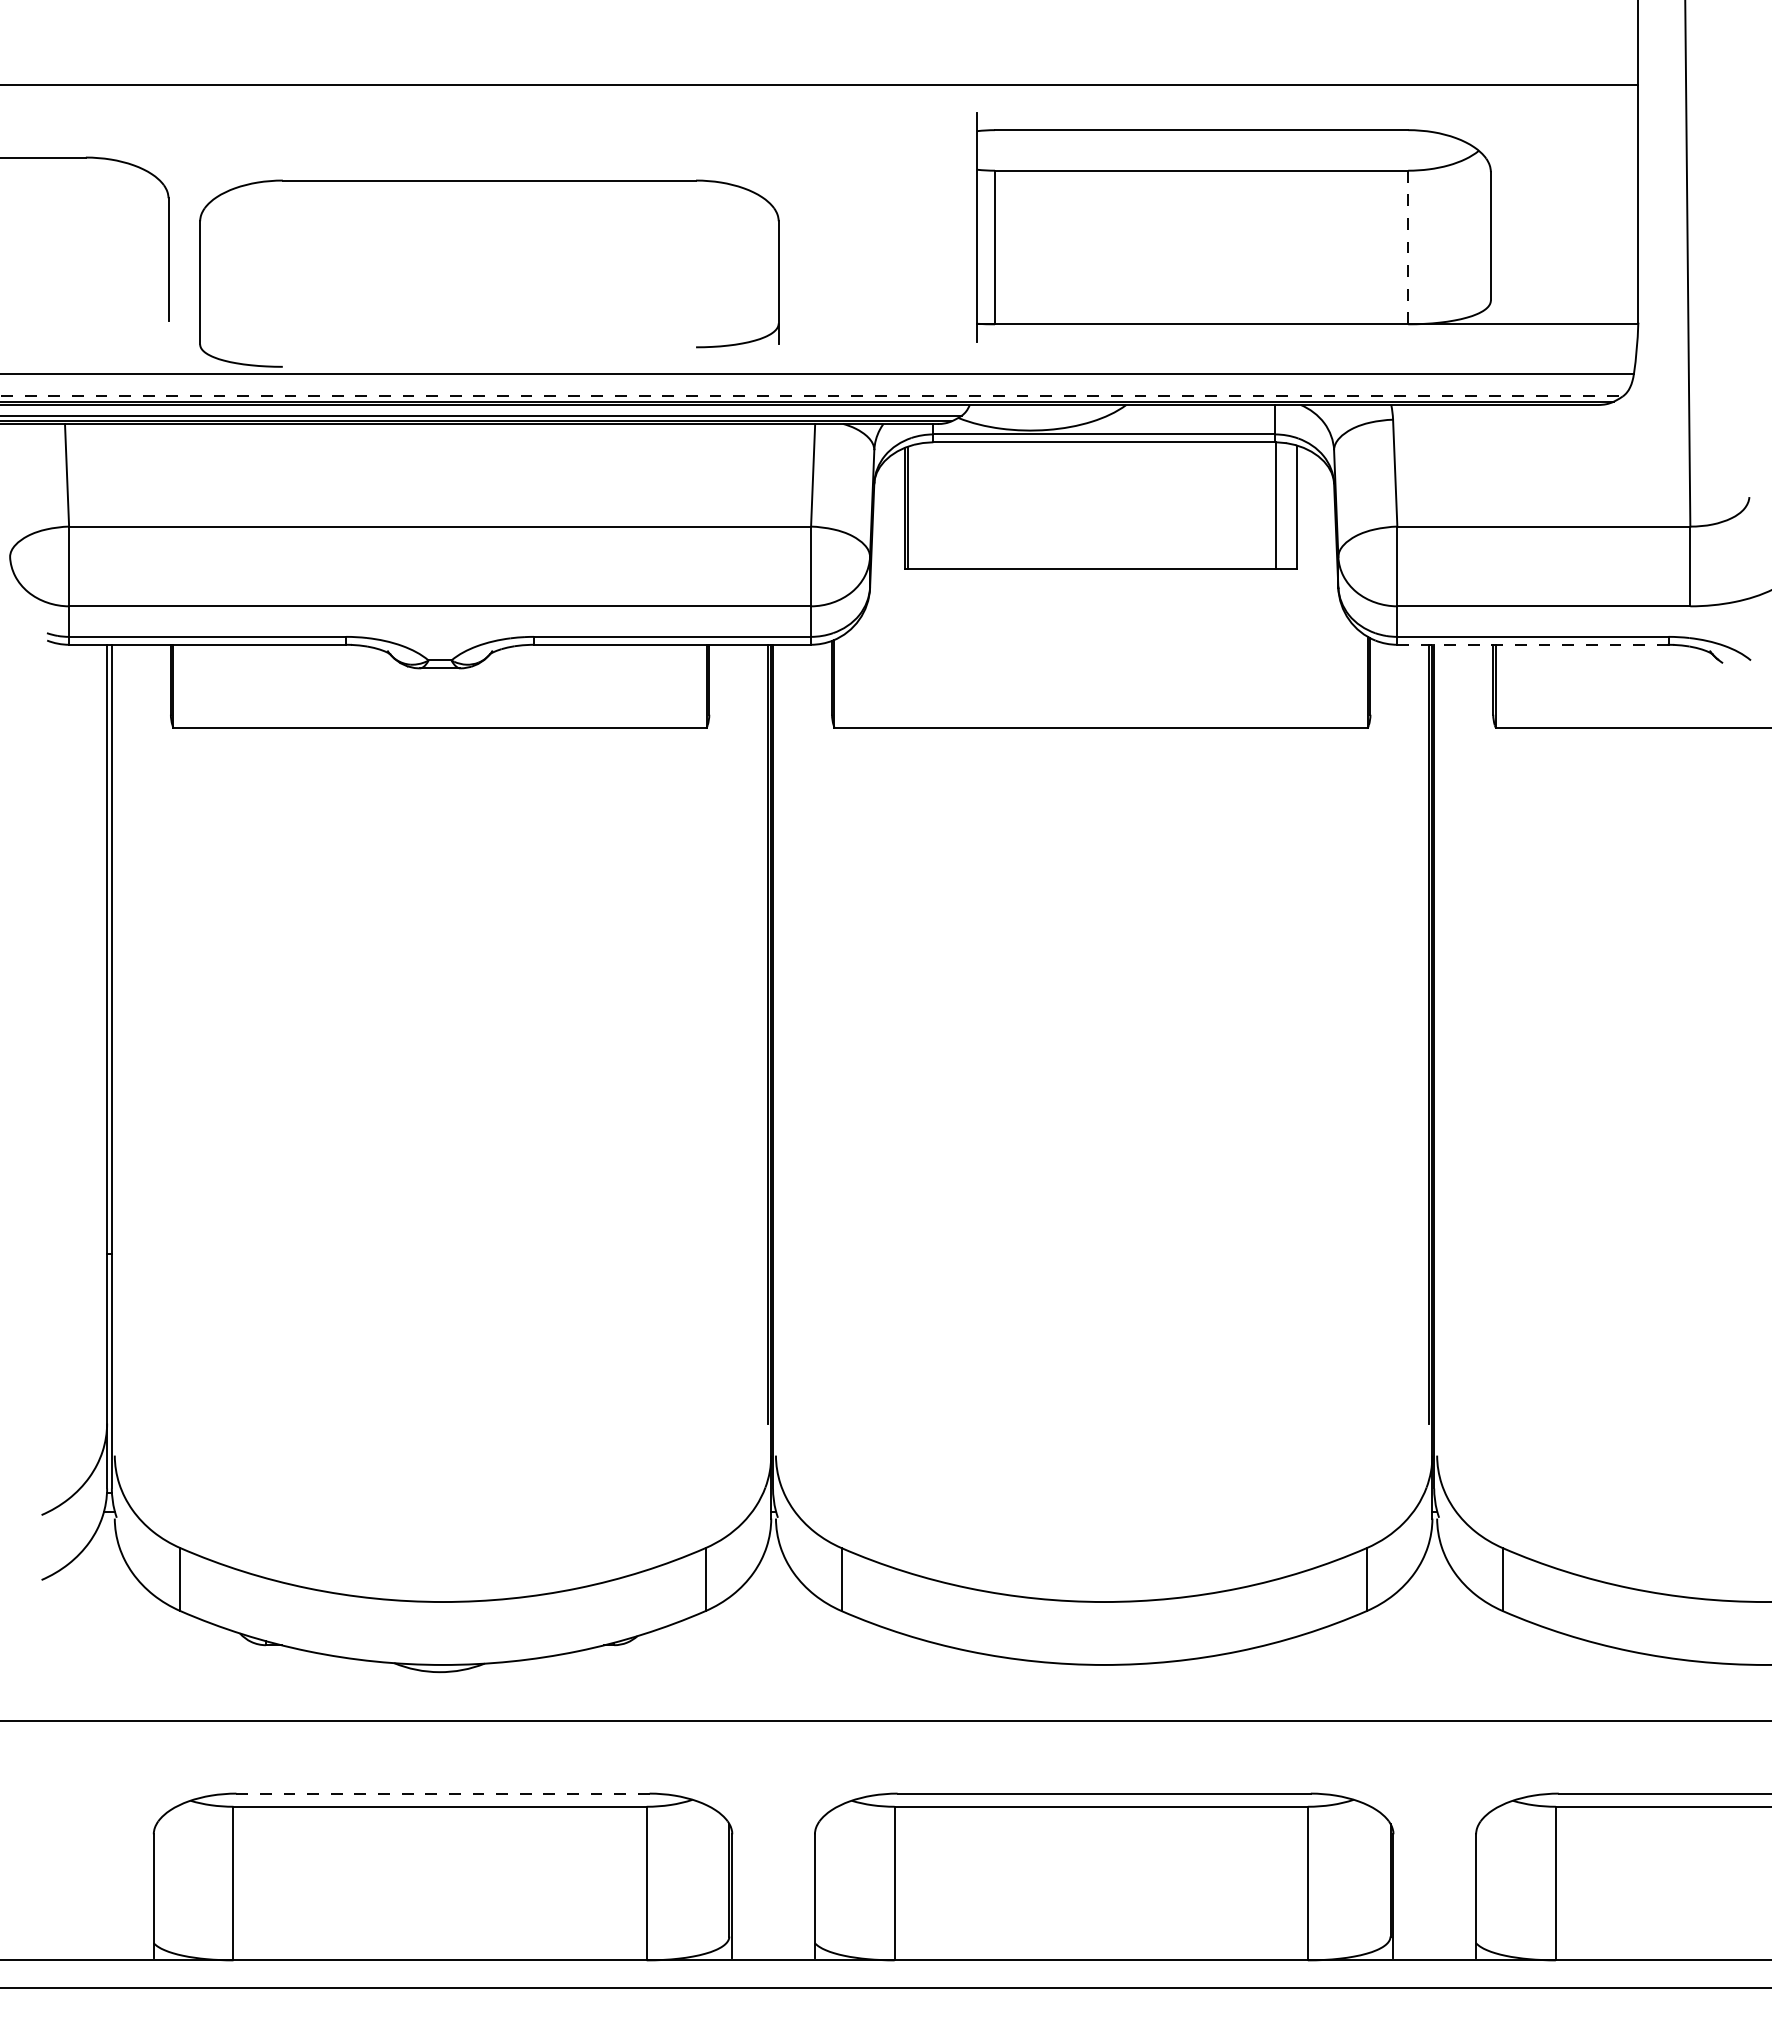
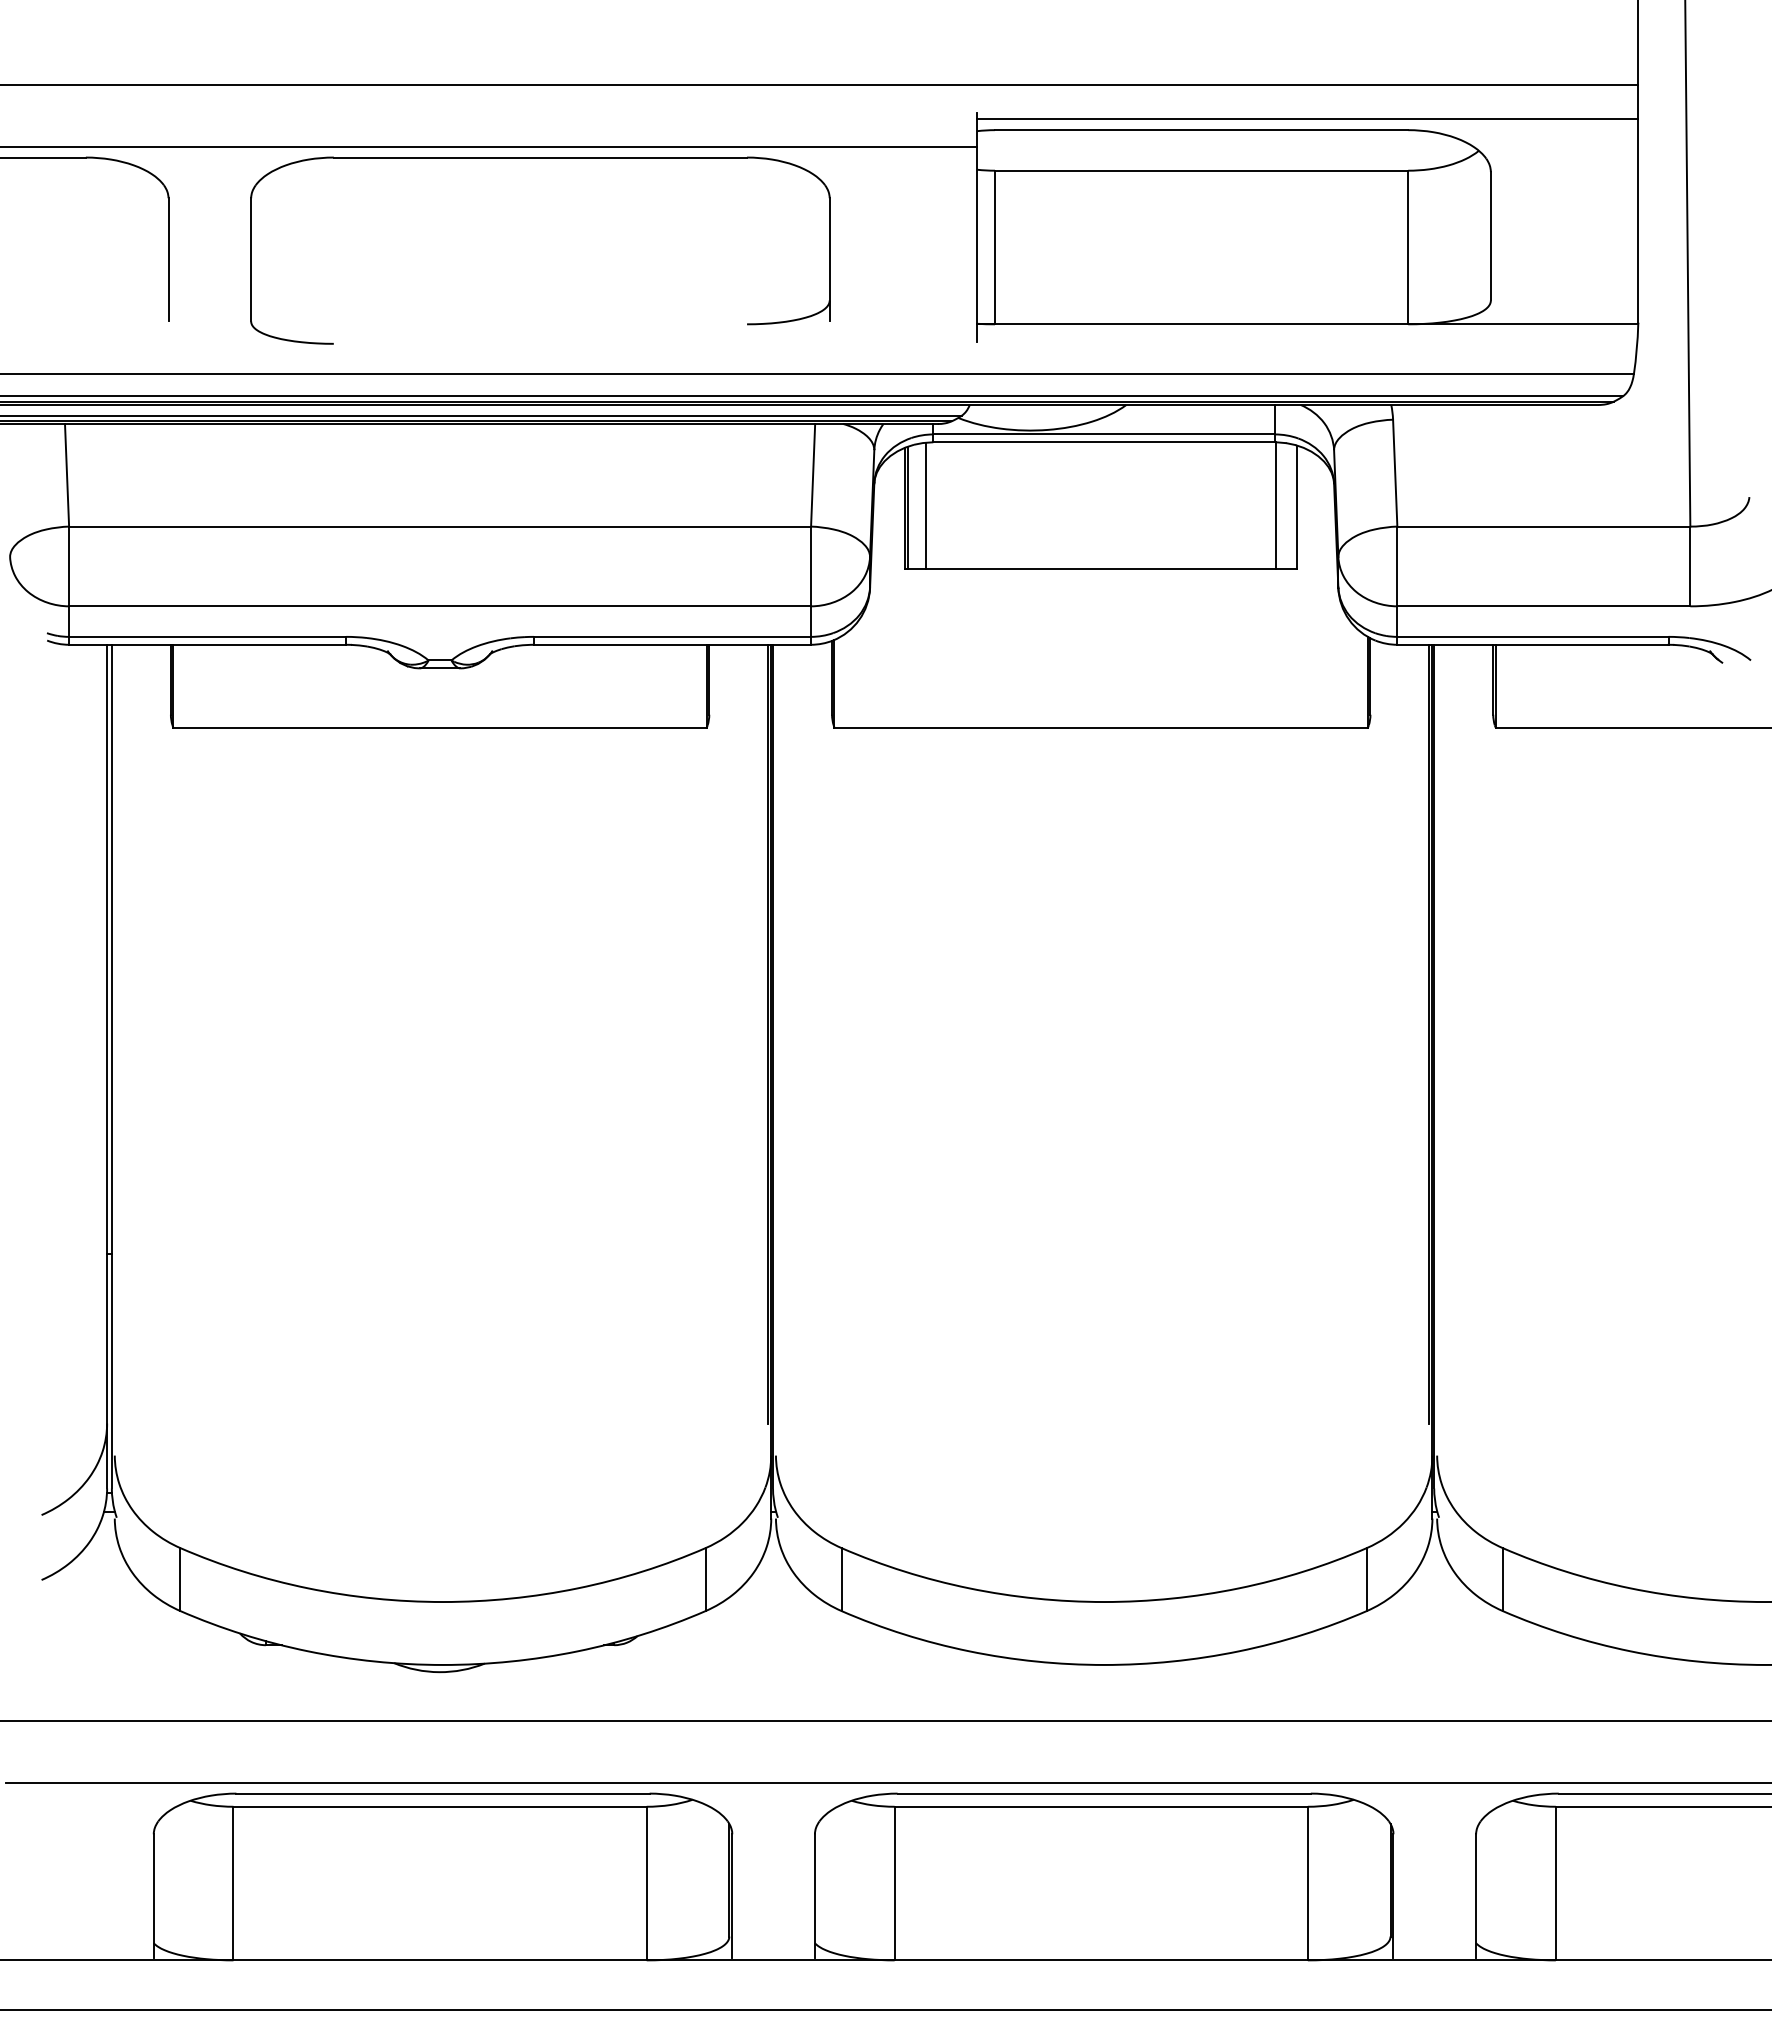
line at (1307, 119): none -> present
line at (489, 146): none -> present
part at (489, 181) position: (489, 181) -> (540, 158)
line at (1408, 247): dashed -> solid
line at (812, 396): dashed -> solid
line at (926, 505): none -> present
line at (1532, 644): dashed -> solid
line at (887, 1782): none -> present
line at (443, 1793): dashed -> solid
line at (885, 1987) position: (885, 1987) -> (885, 2009)
